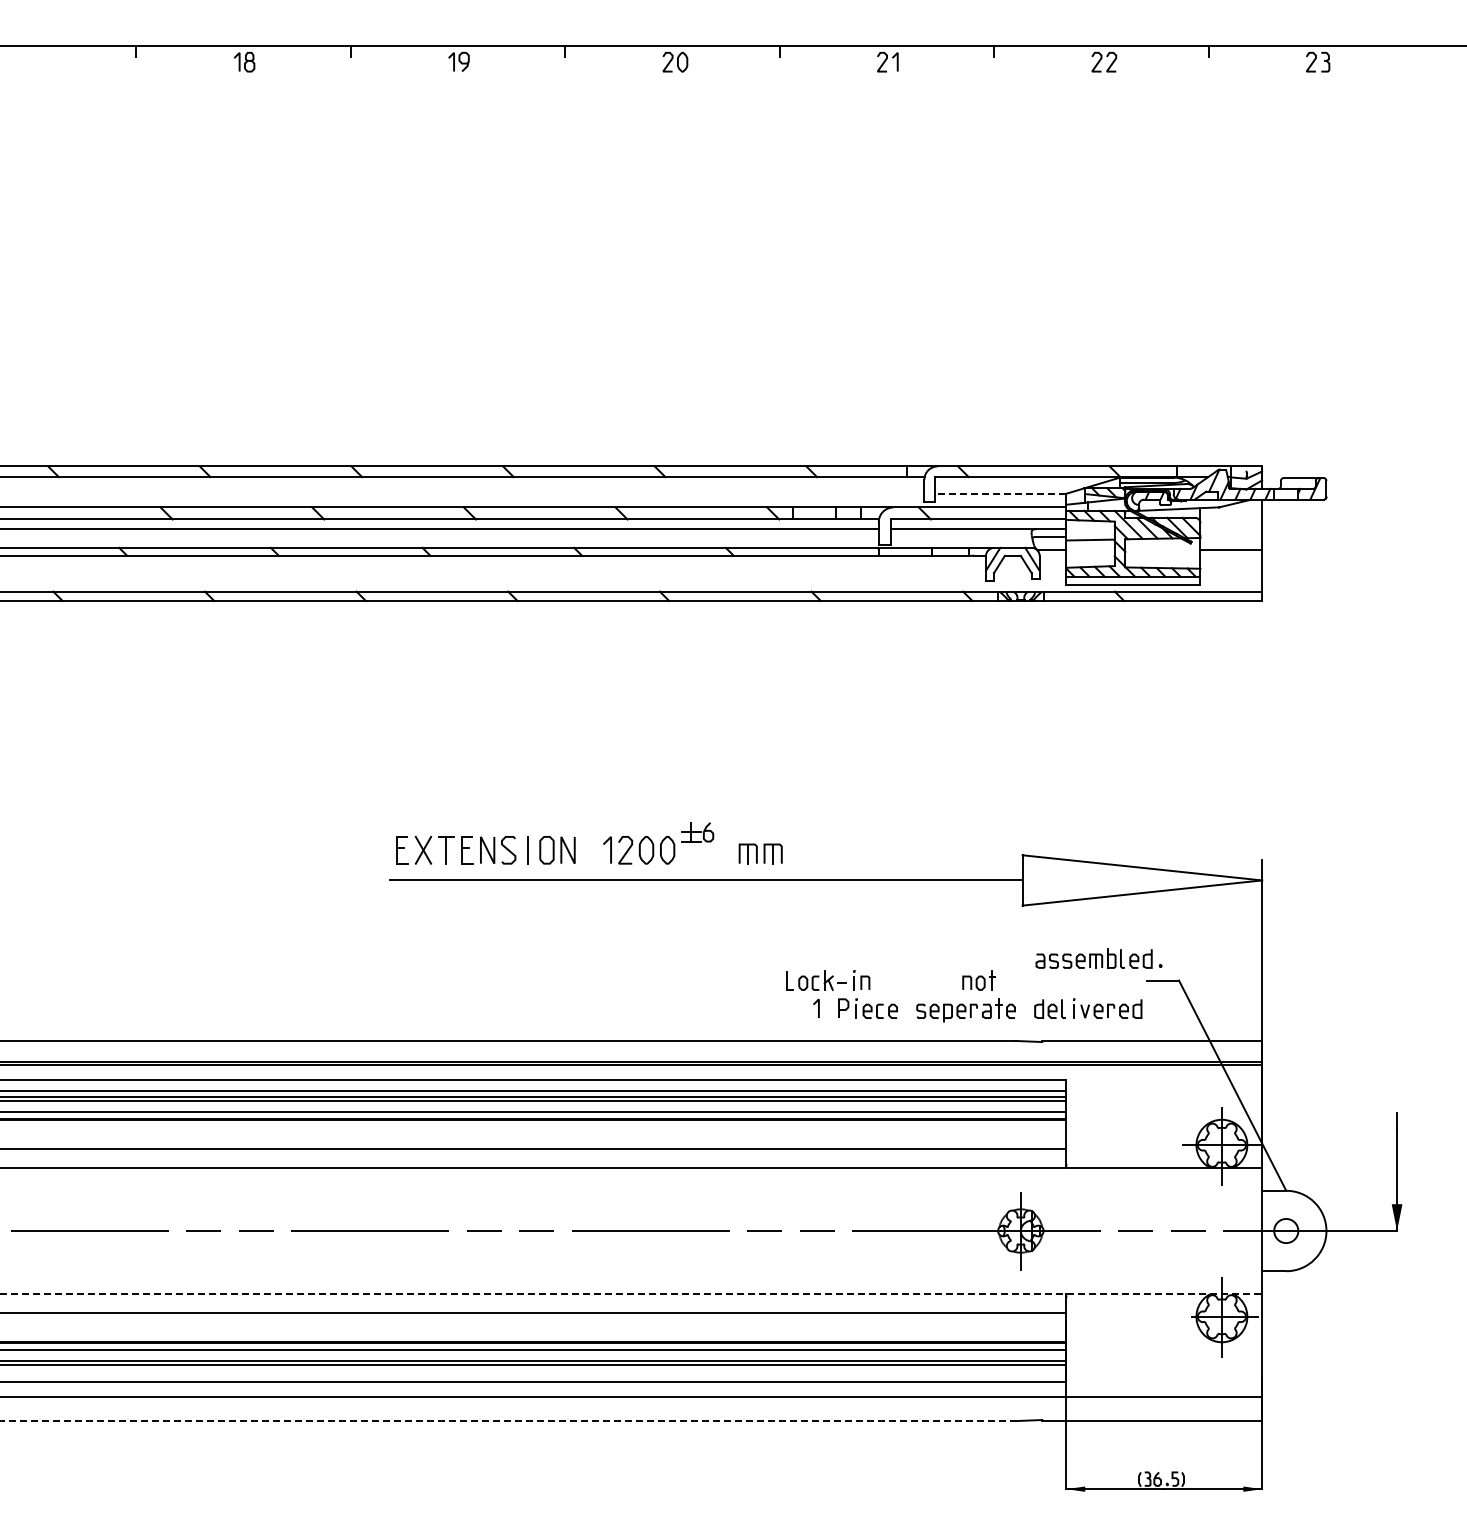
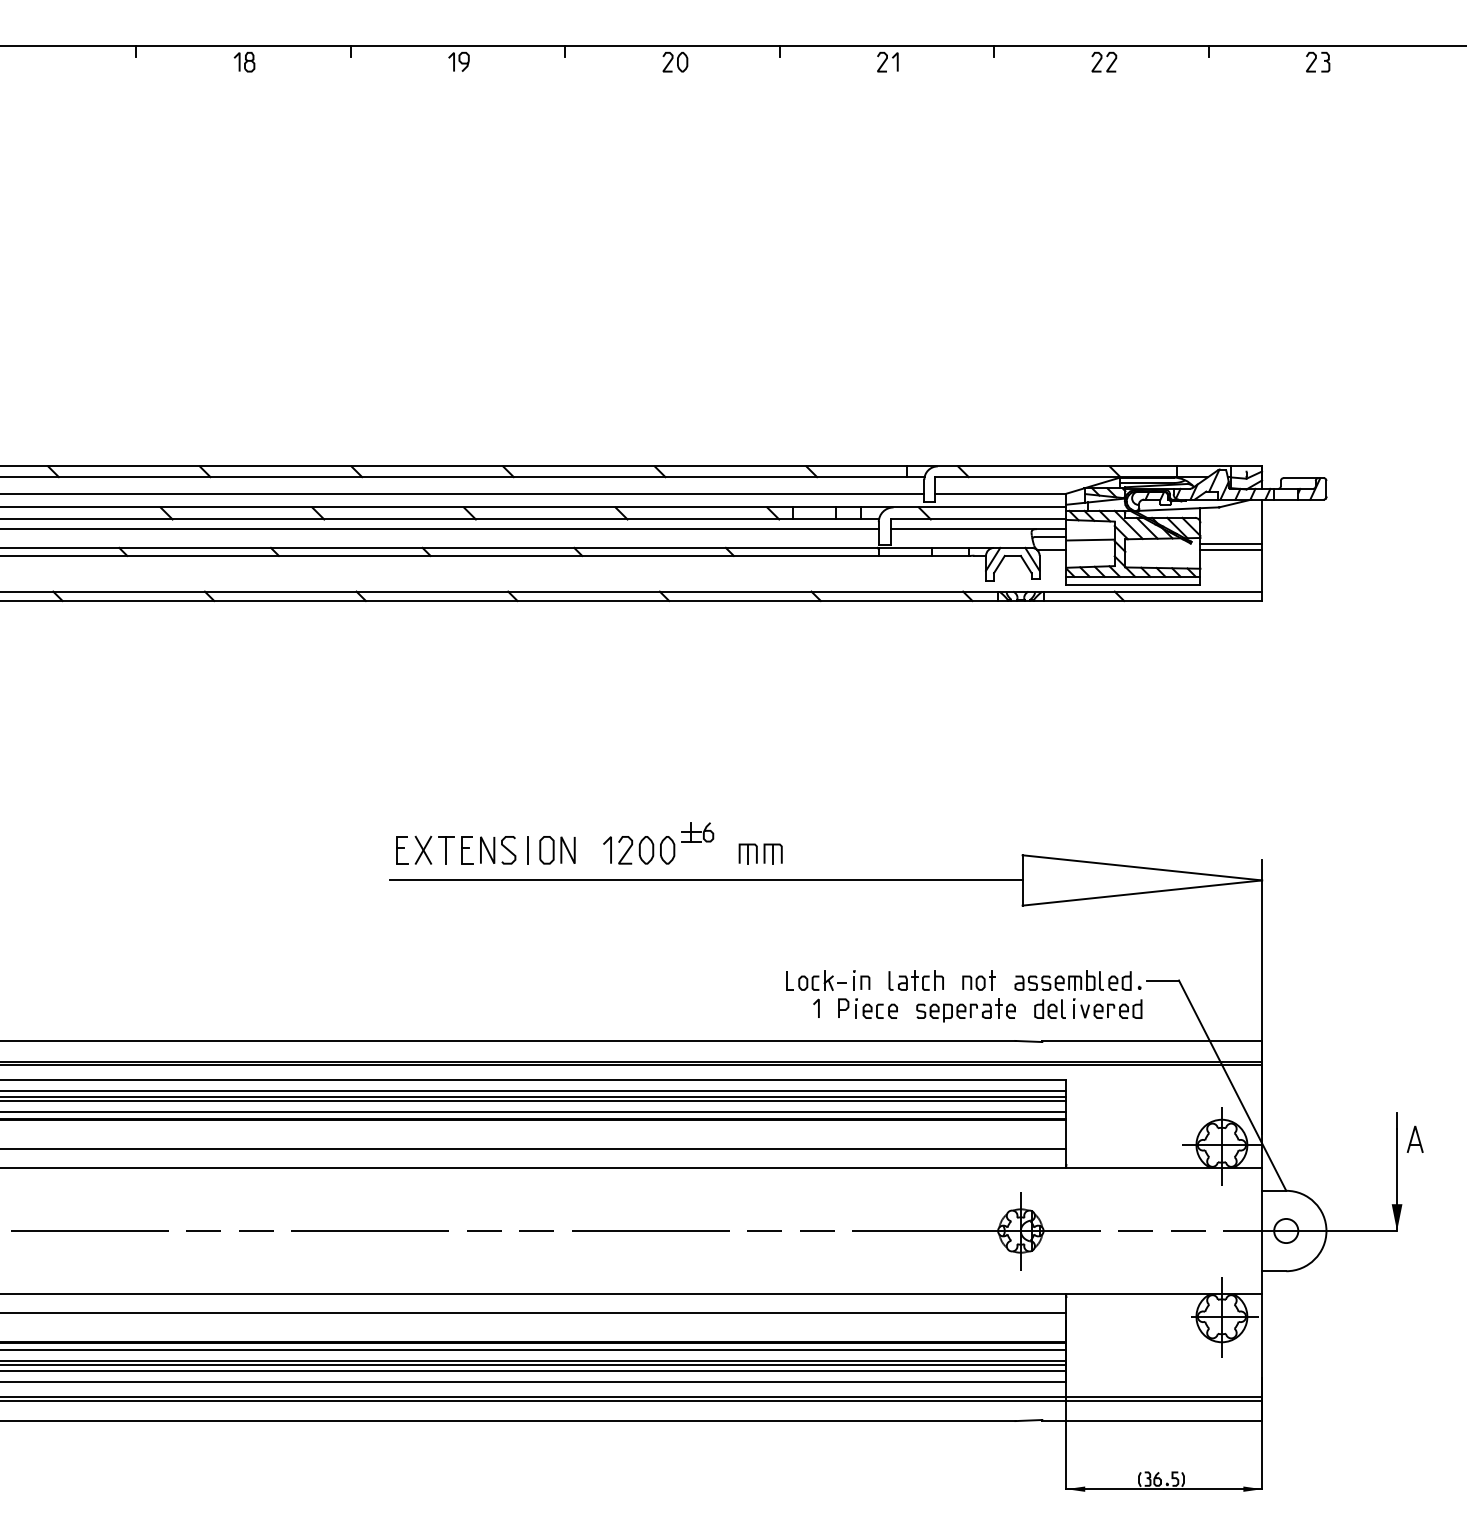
line at (463, 494): none -> present
line at (1000, 494): dashed -> solid
line at (1231, 544): none -> present
part at (1098, 958) position: (1098, 958) -> (1077, 980)
part at (915, 980): none -> present
part at (1414, 1138): none -> present
line at (631, 1294): dashed -> solid
line at (534, 1371): none -> present
line at (632, 1400): none -> present
line at (508, 1421): dashed -> solid
